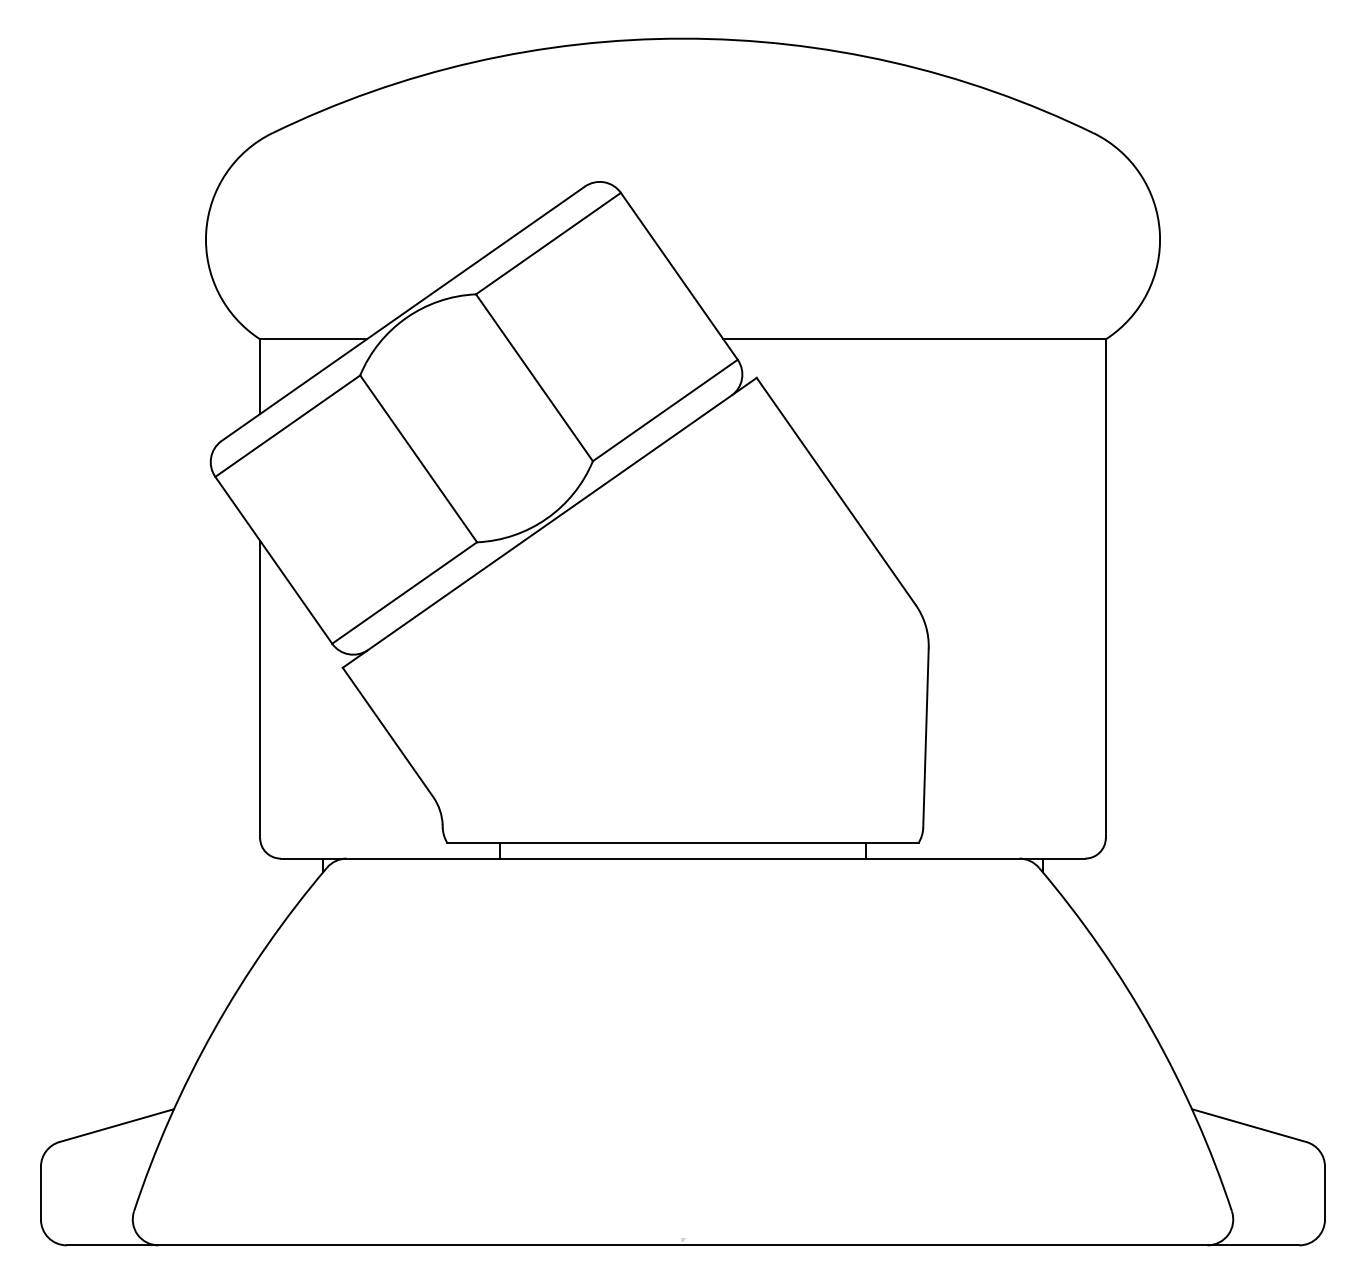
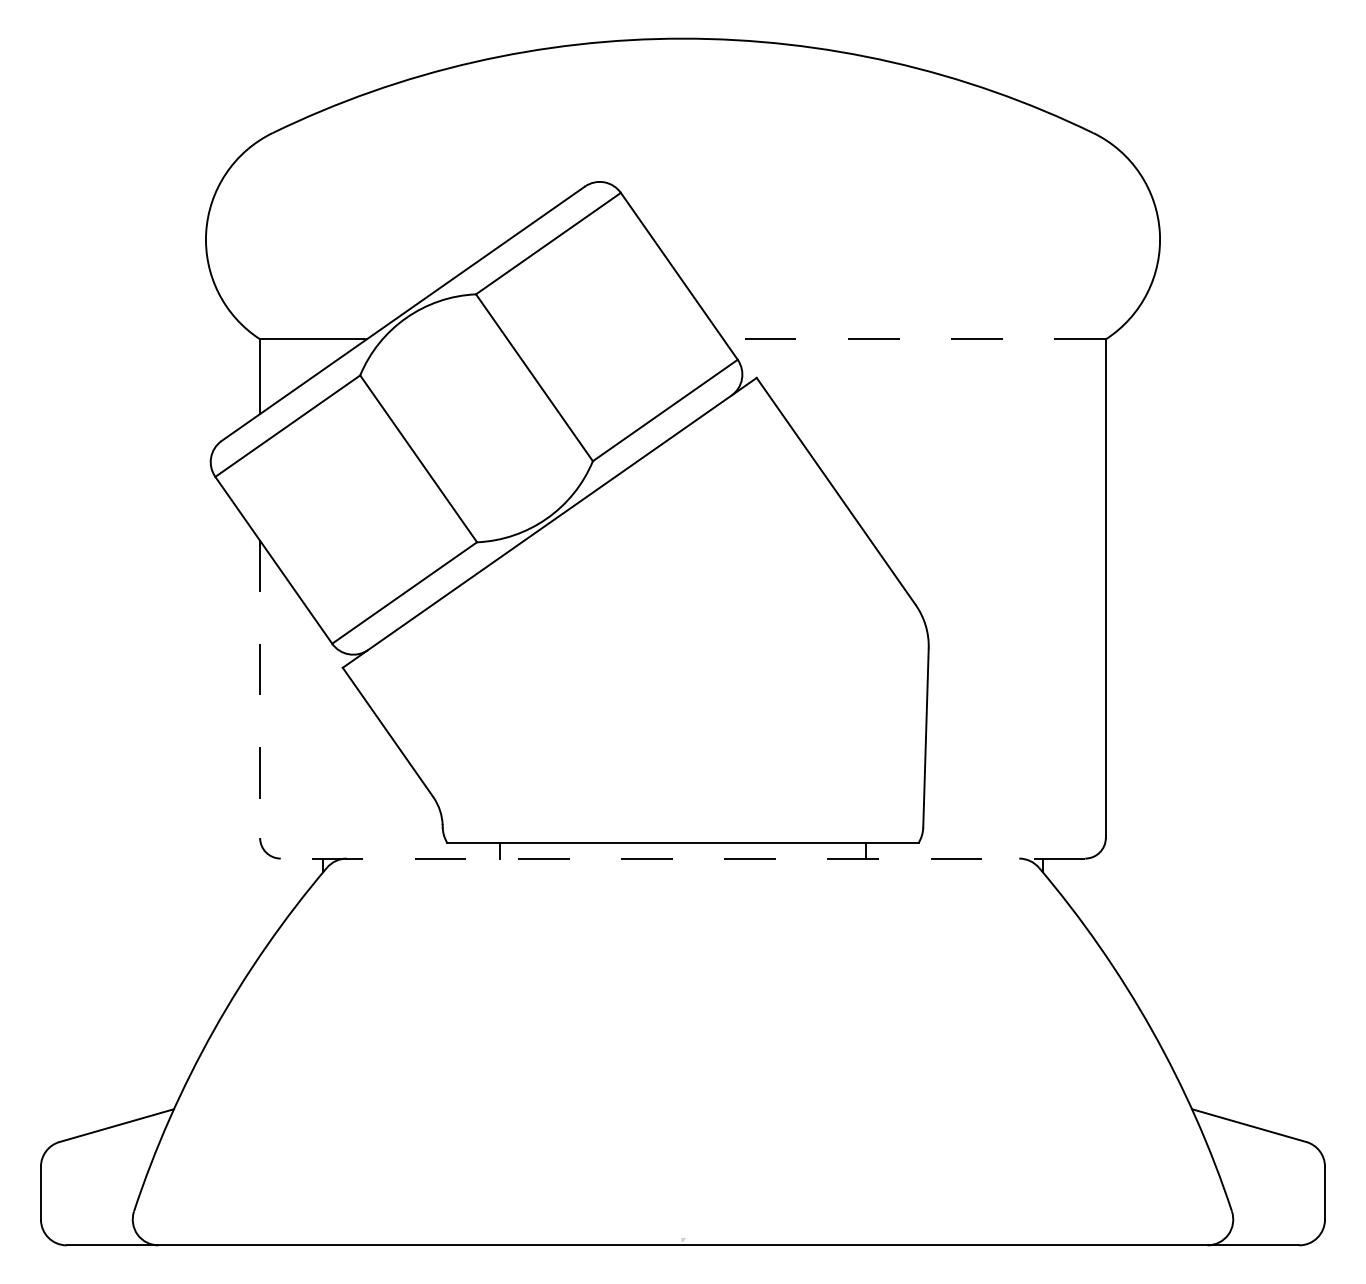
line at (914, 339): solid -> dashed
line at (260, 689): solid -> dashed
line at (682, 858): solid -> dashed
